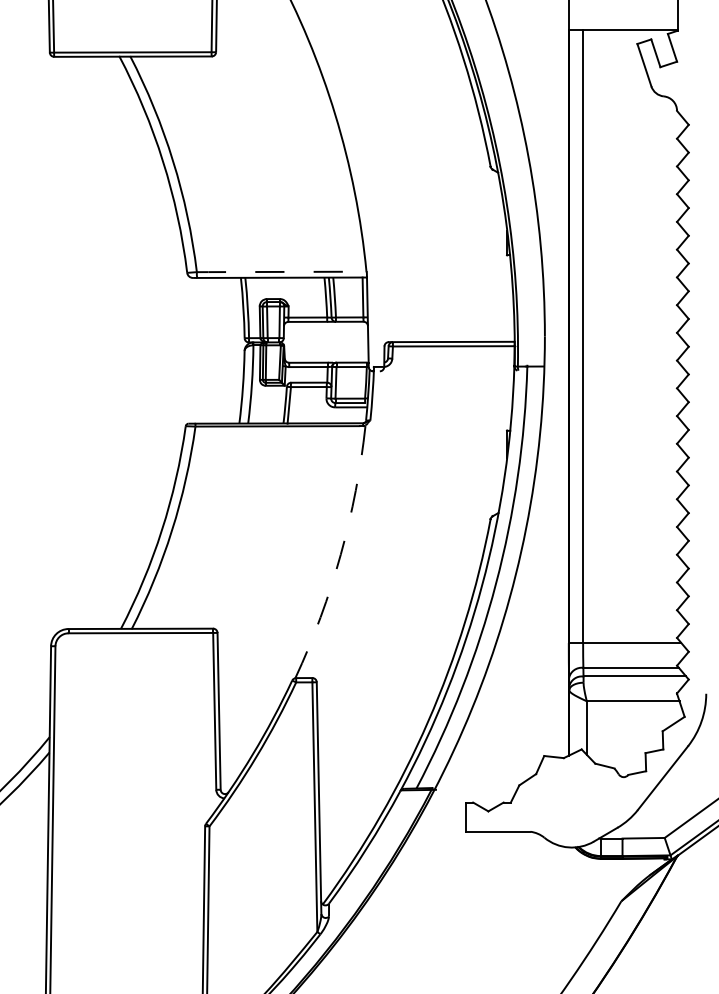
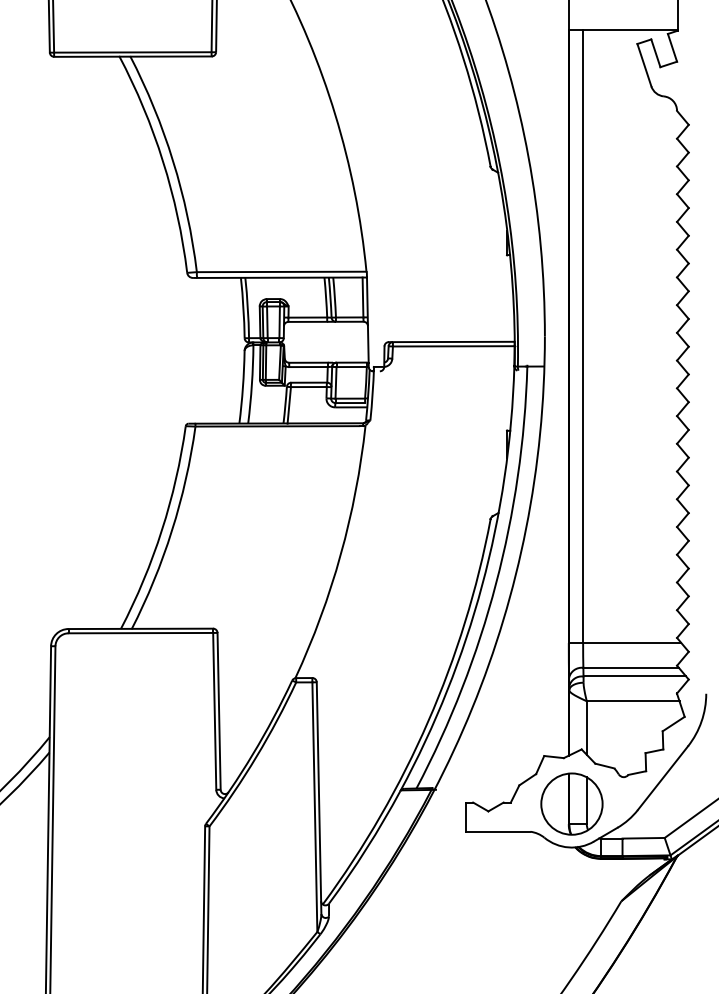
line at (281, 271): dashed -> solid
arc at (340, 554): dashed -> solid
part at (571, 803): none -> present
